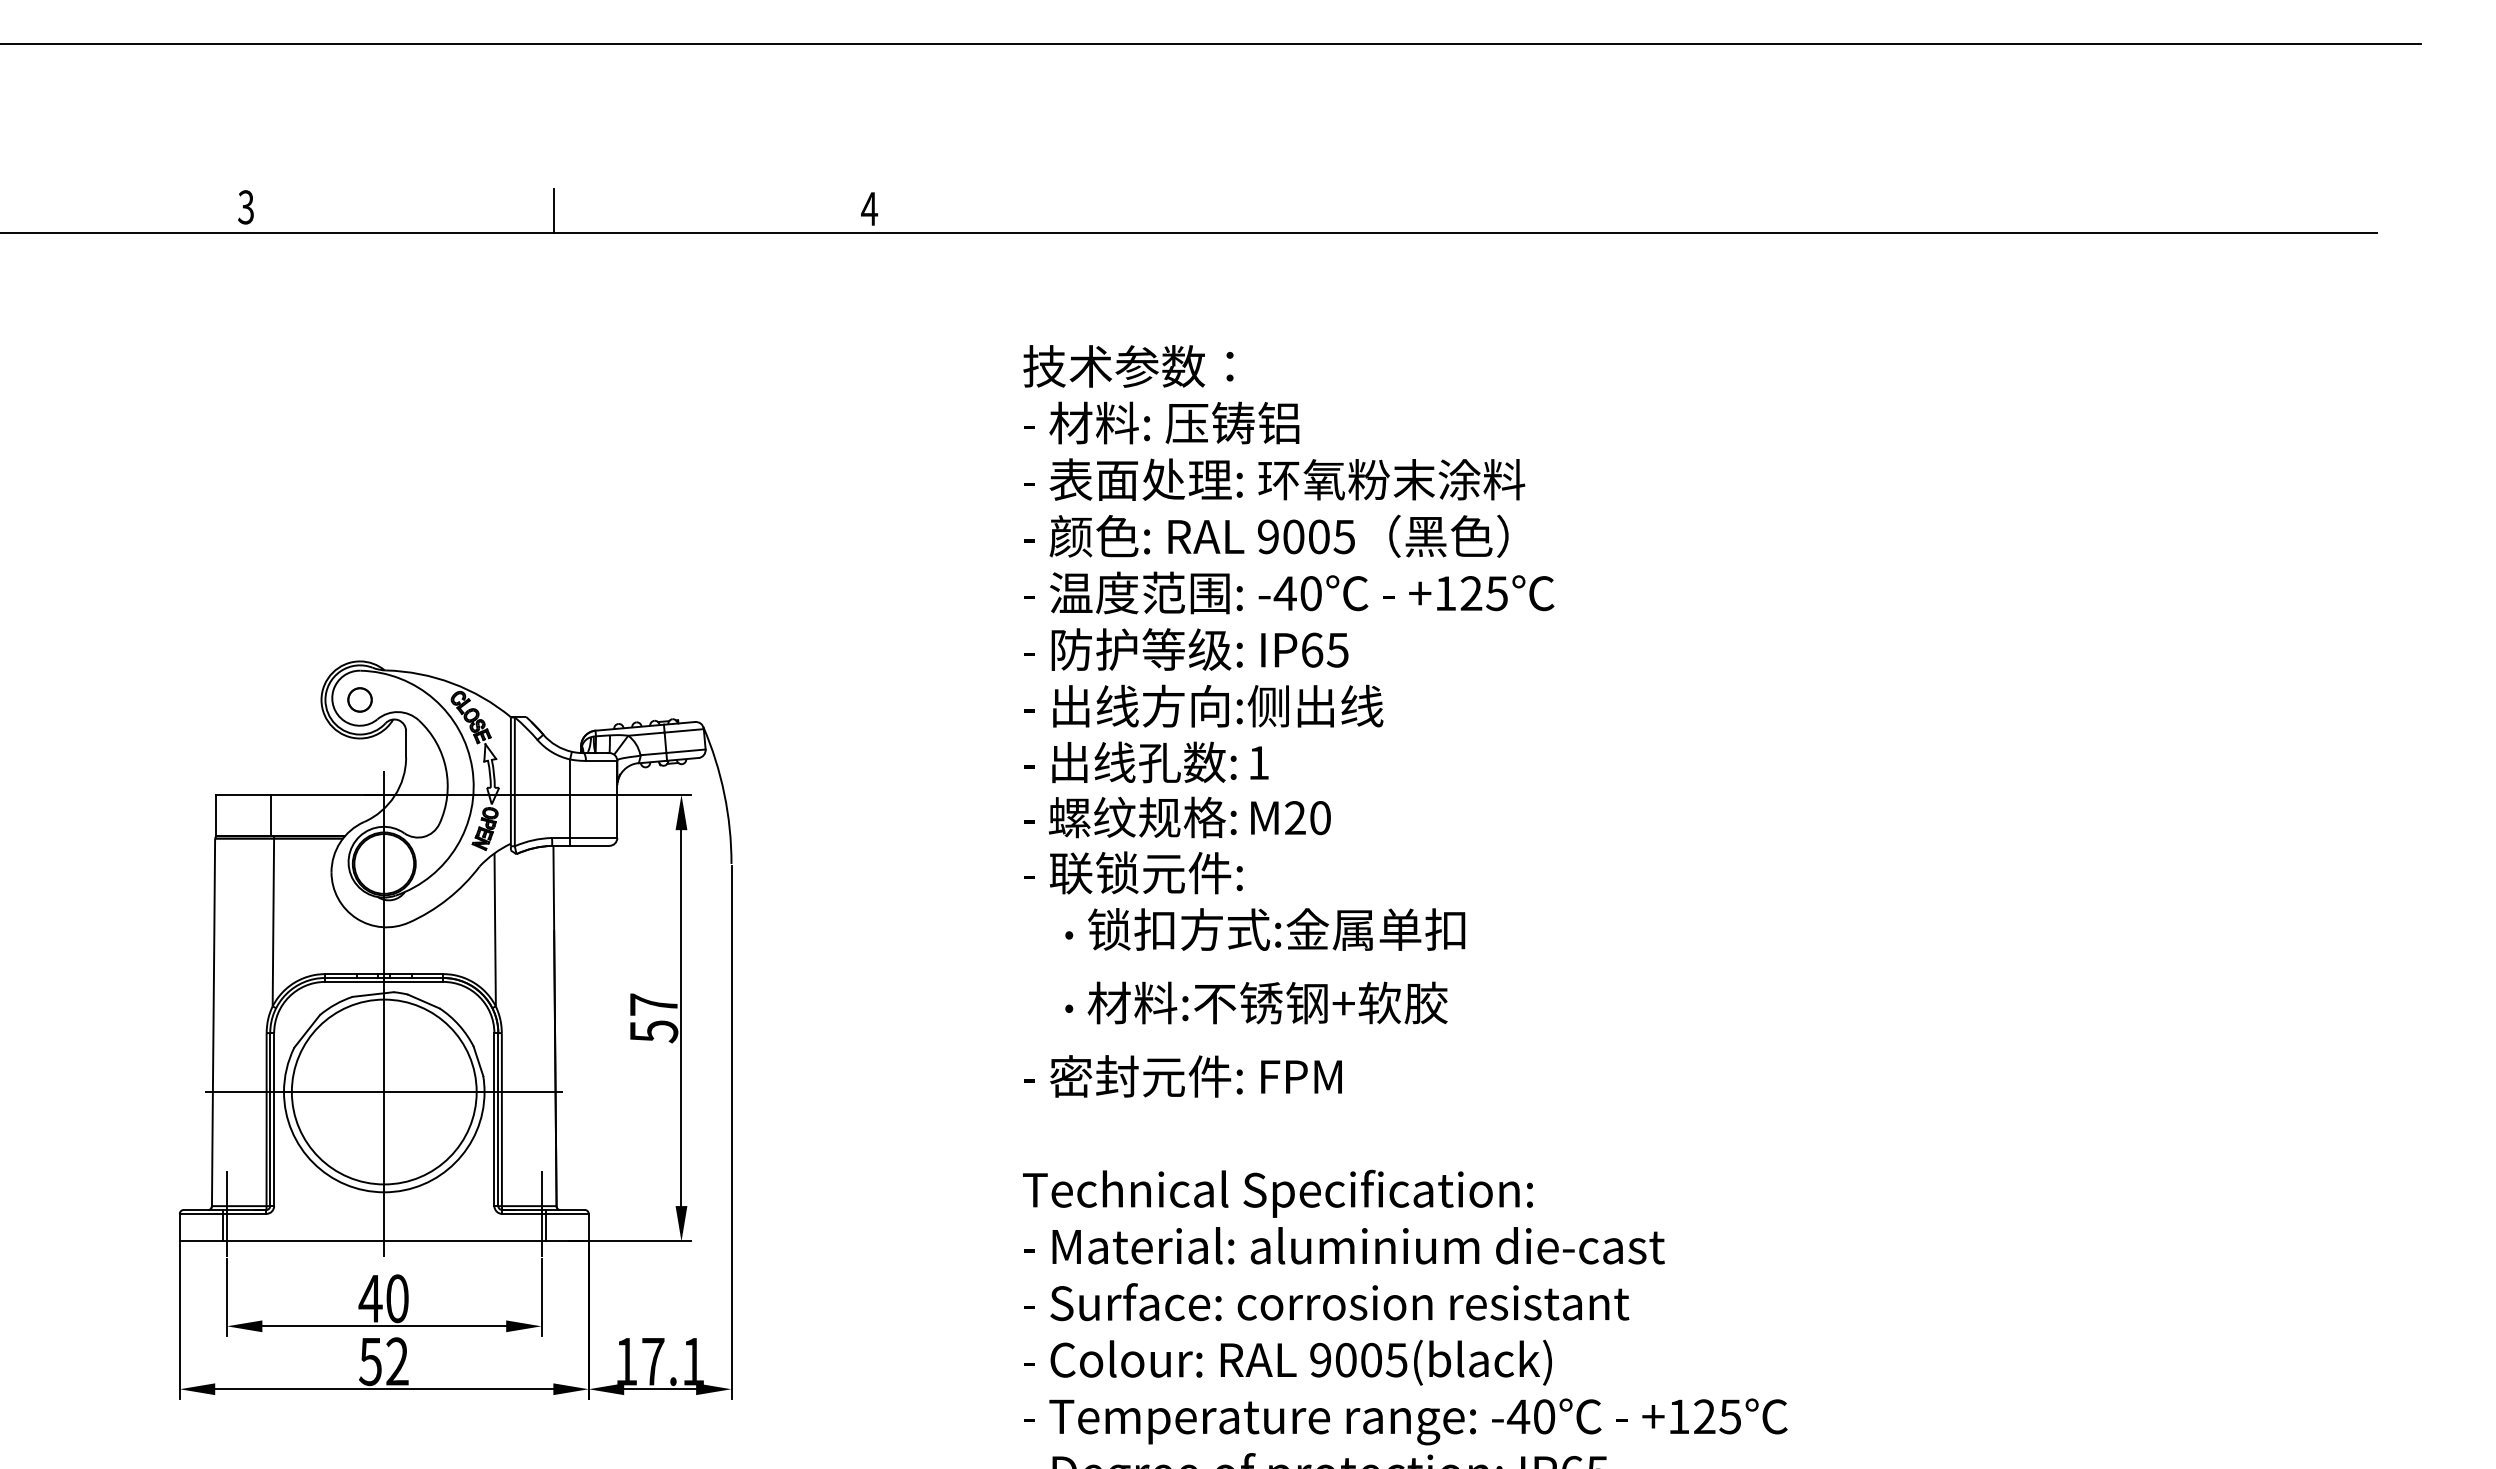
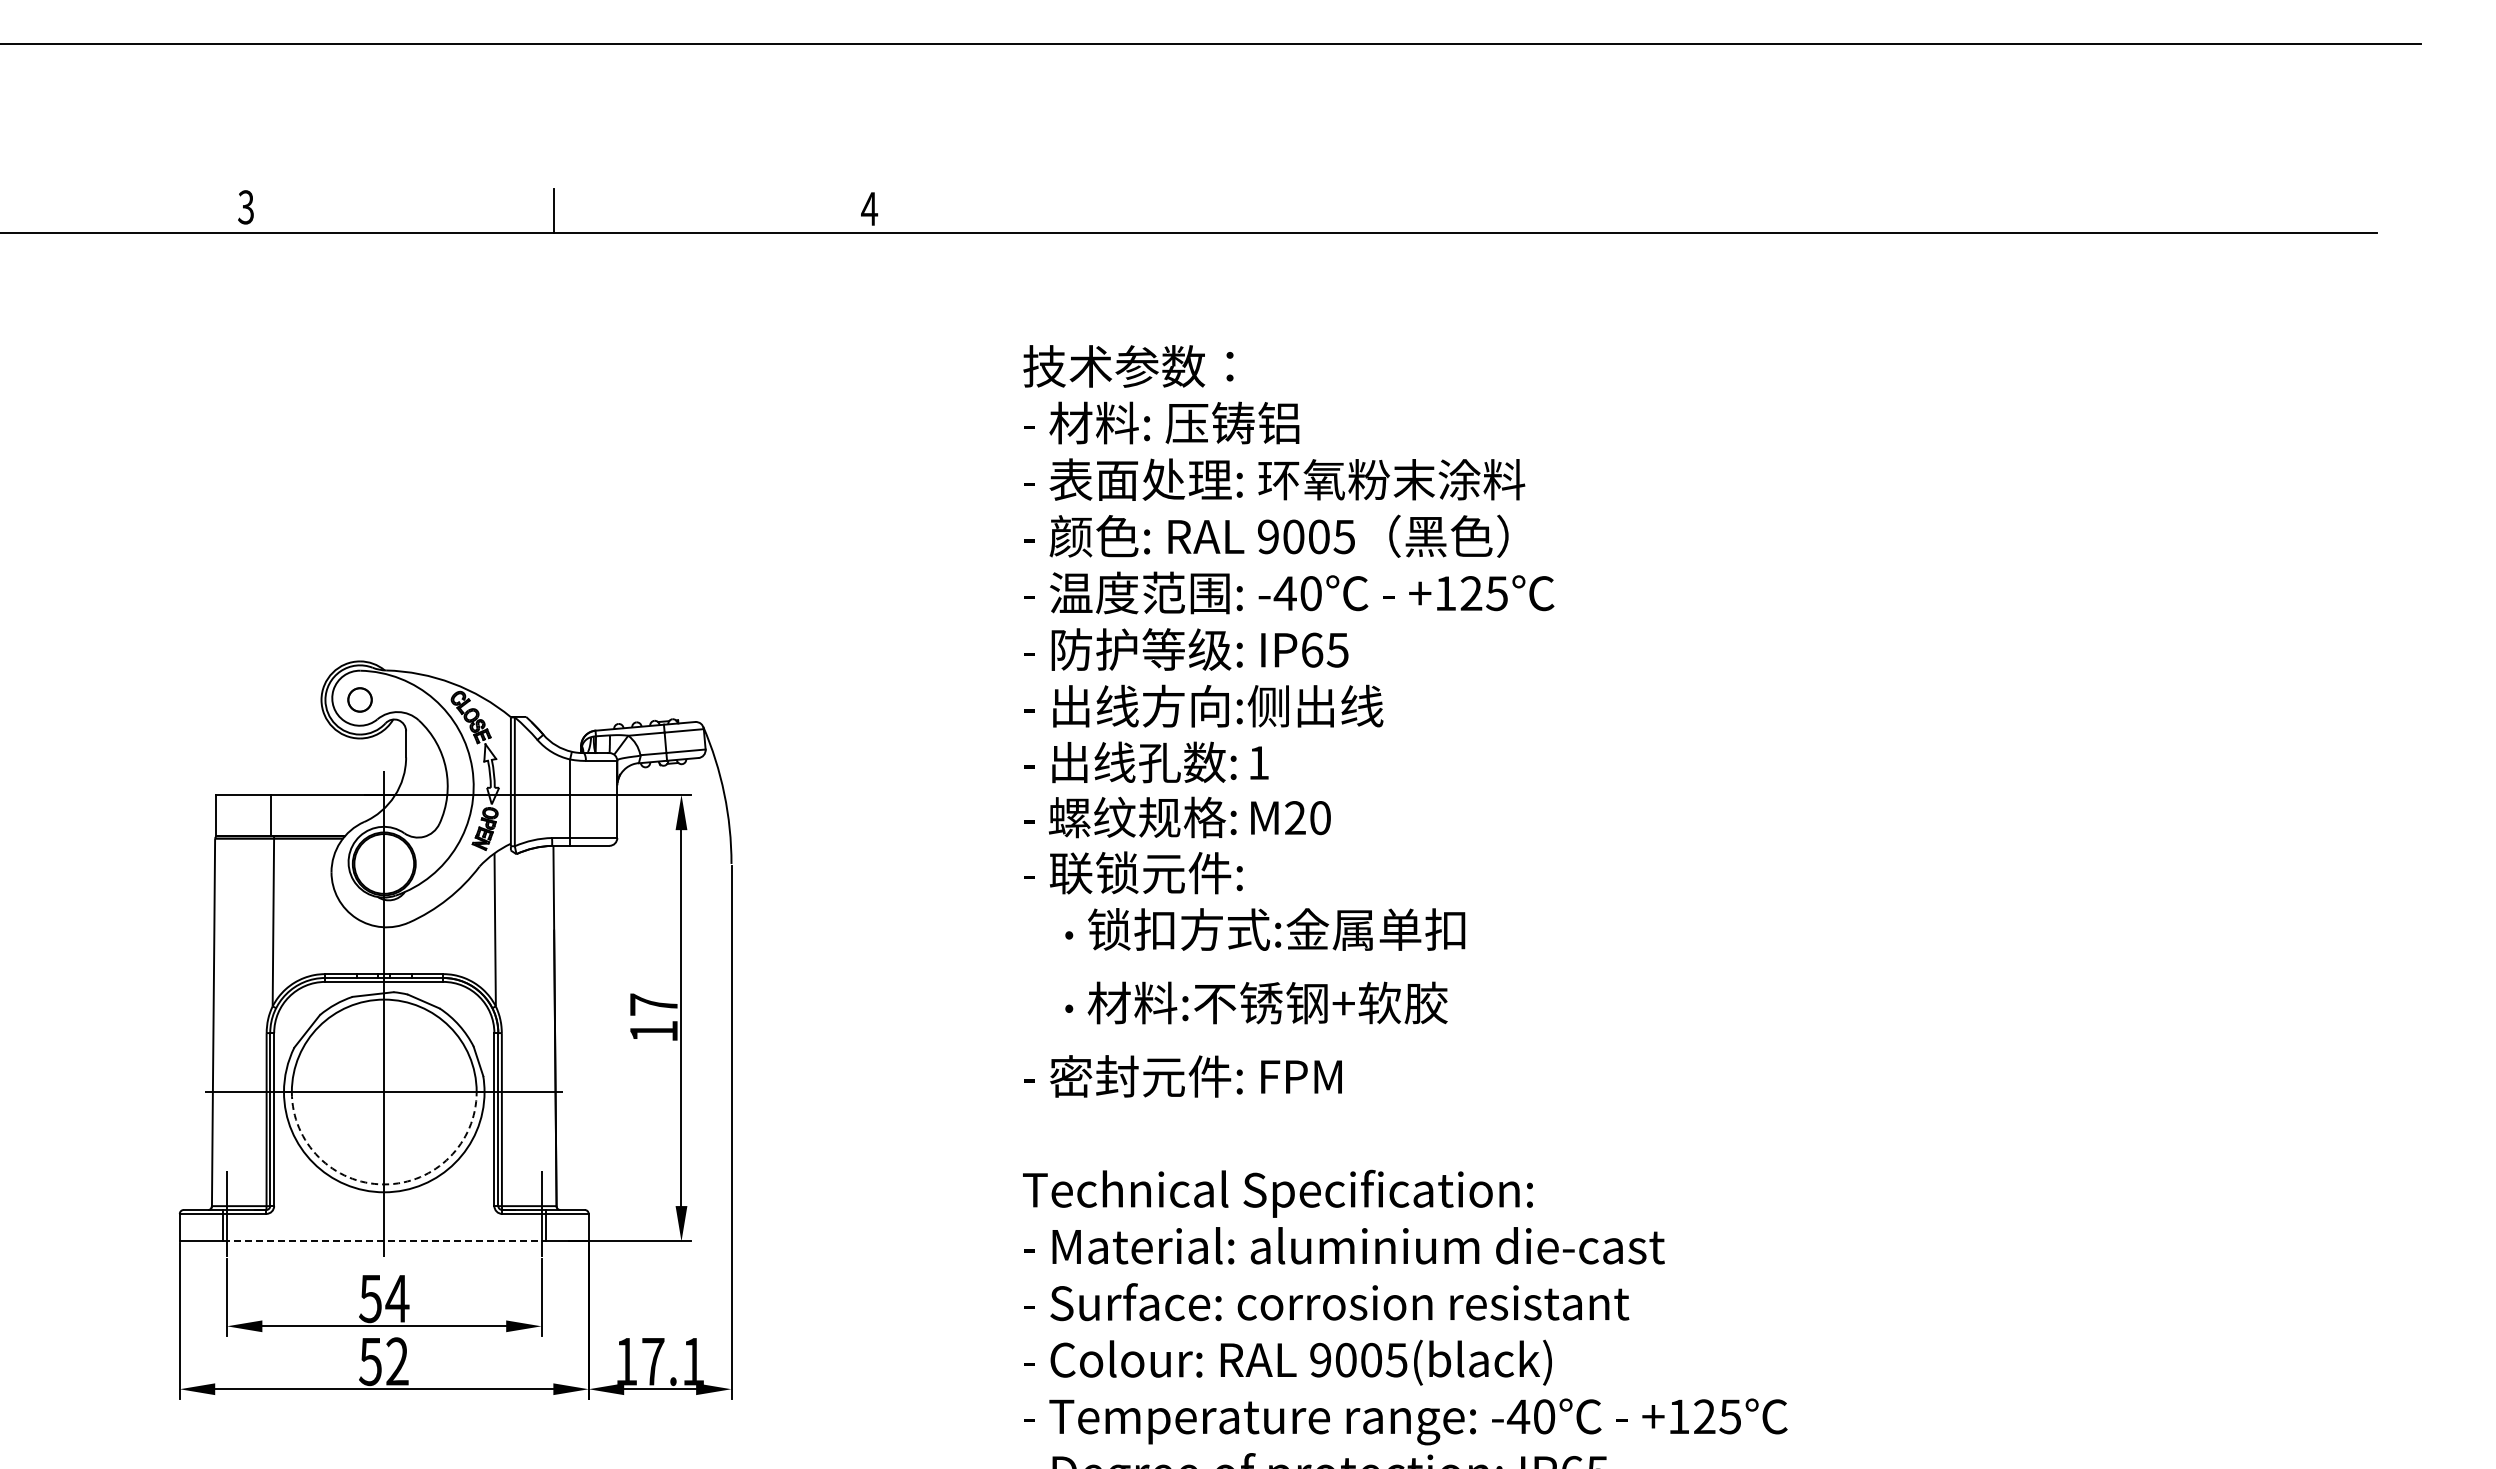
text at (654, 1031): 57 -> 17
arc at (384, 1184): solid -> dashed
line at (384, 1241): solid -> dashed
text at (383, 1298): 40 -> 54
